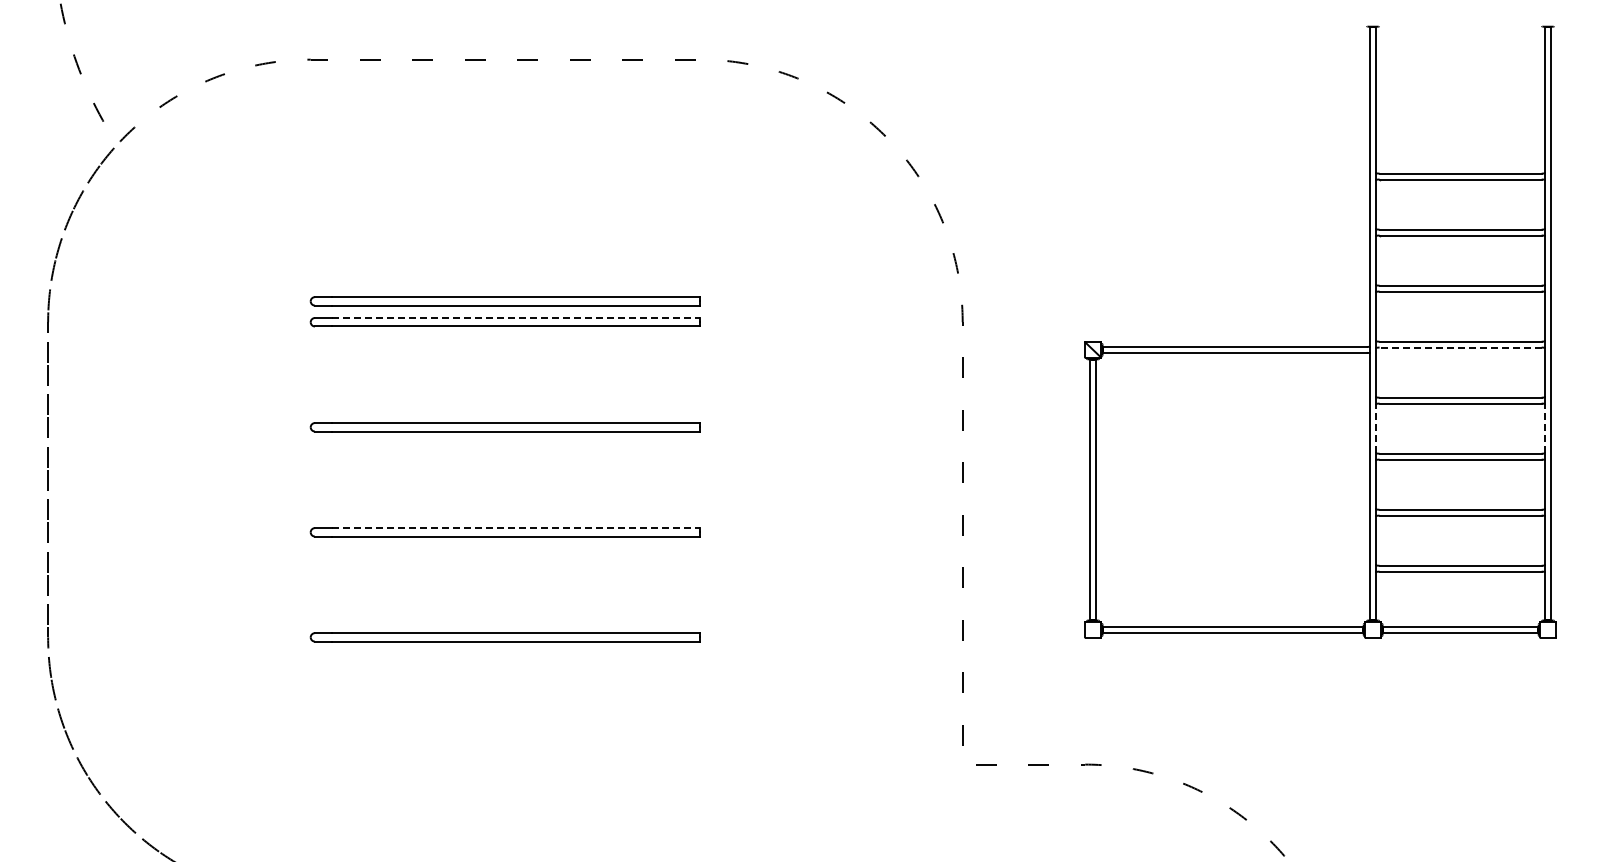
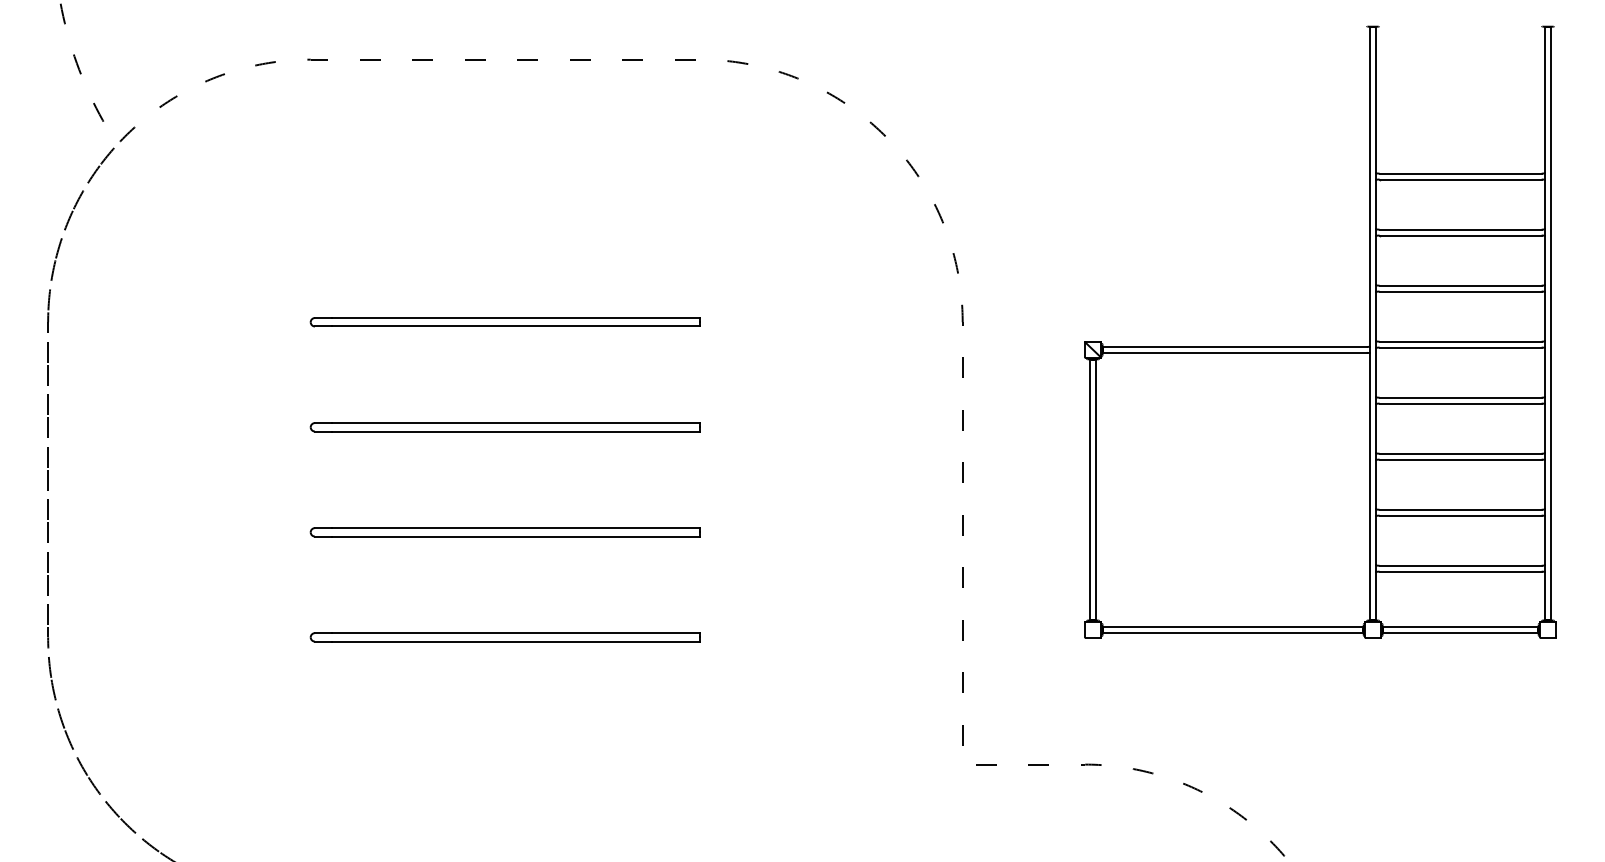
part at (504, 301): present -> none
line at (516, 318): dashed -> solid
line at (1460, 347): dashed -> solid
line at (1376, 428): dashed -> solid
line at (1545, 428): dashed -> solid
line at (516, 528): dashed -> solid
